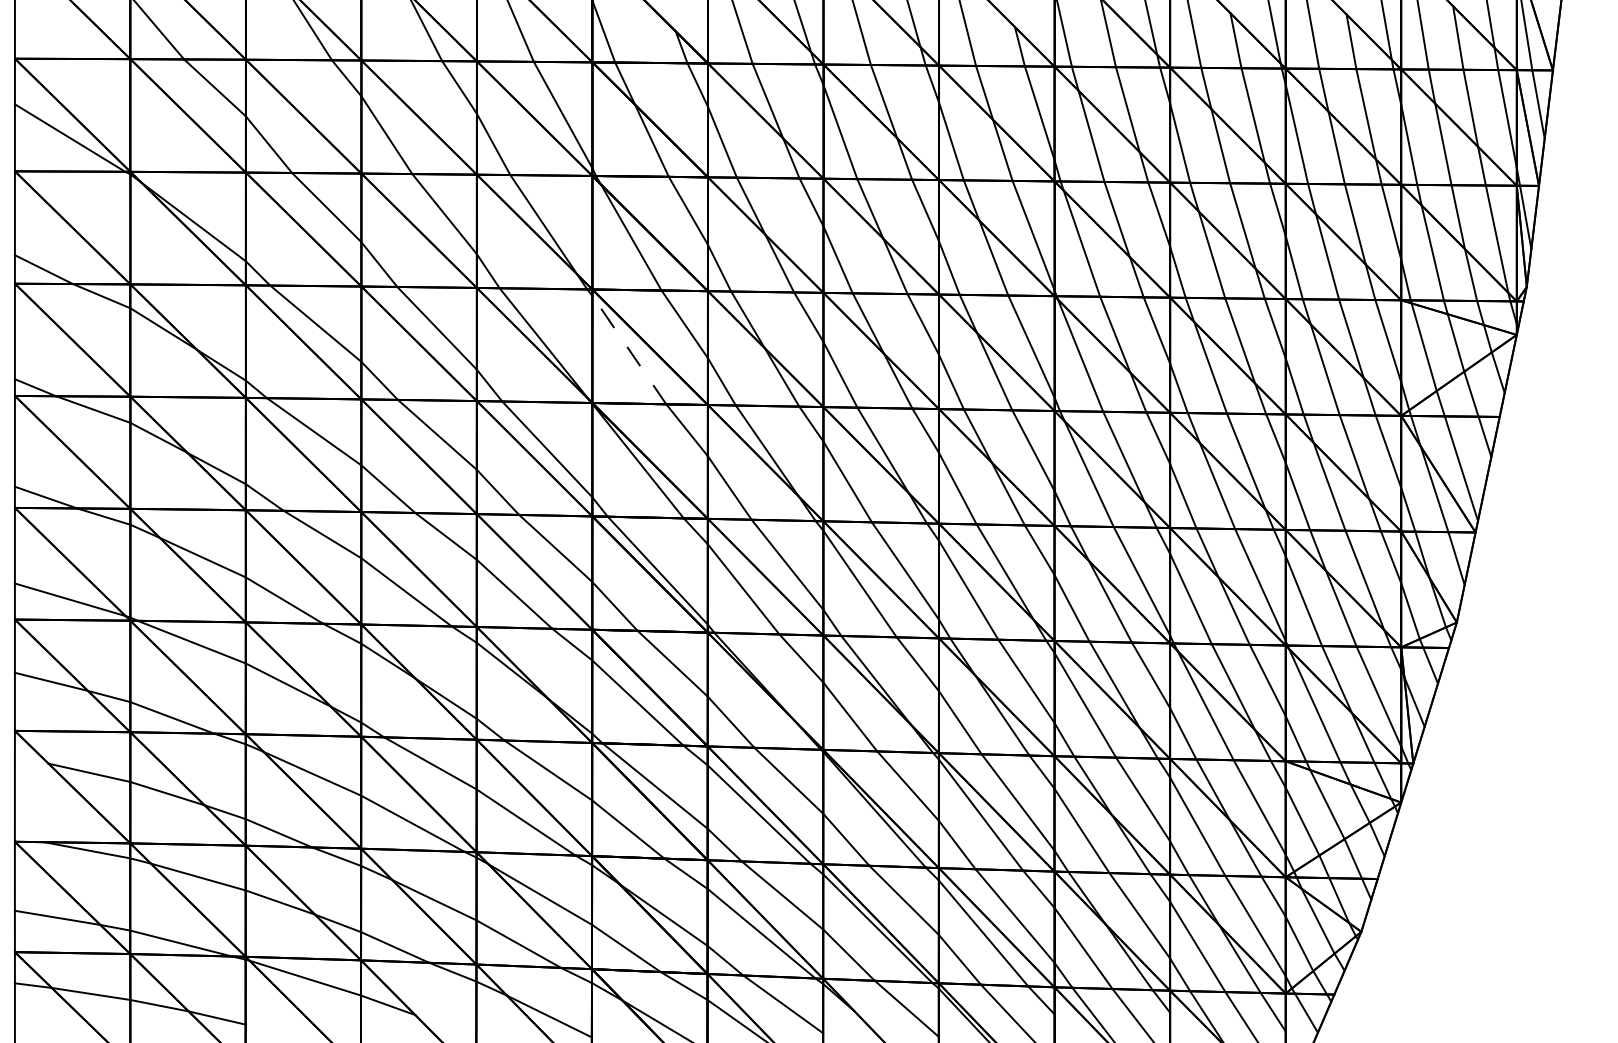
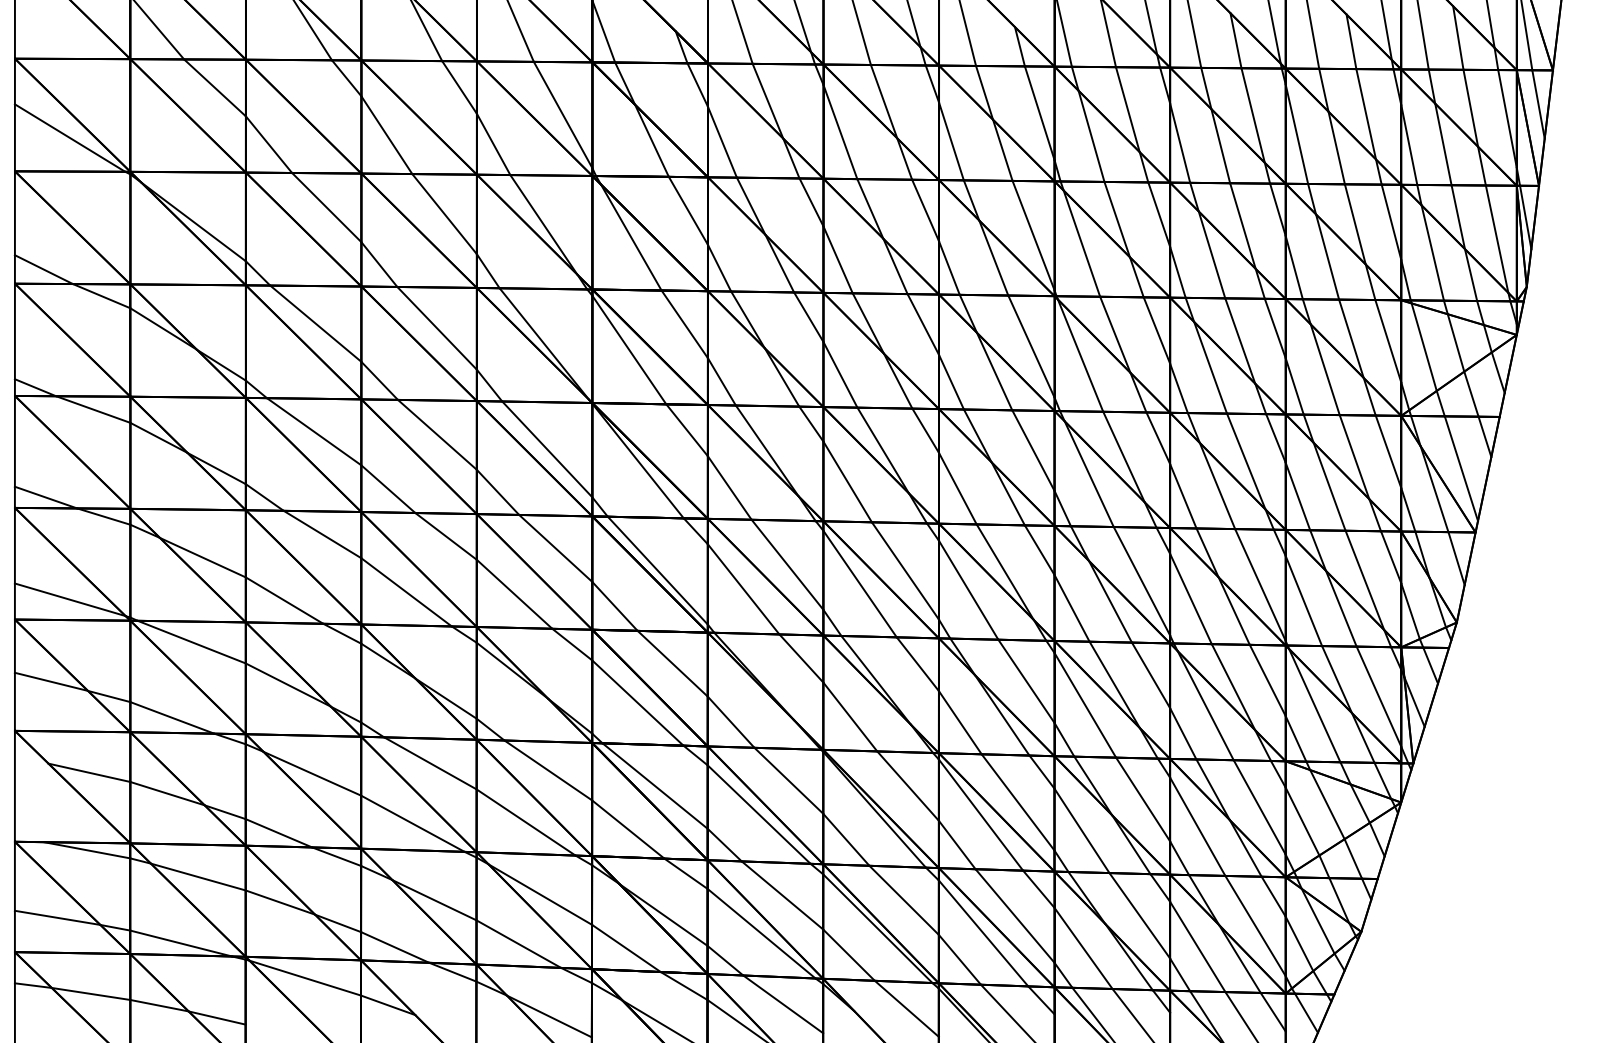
line at (629, 350): dashed -> solid
